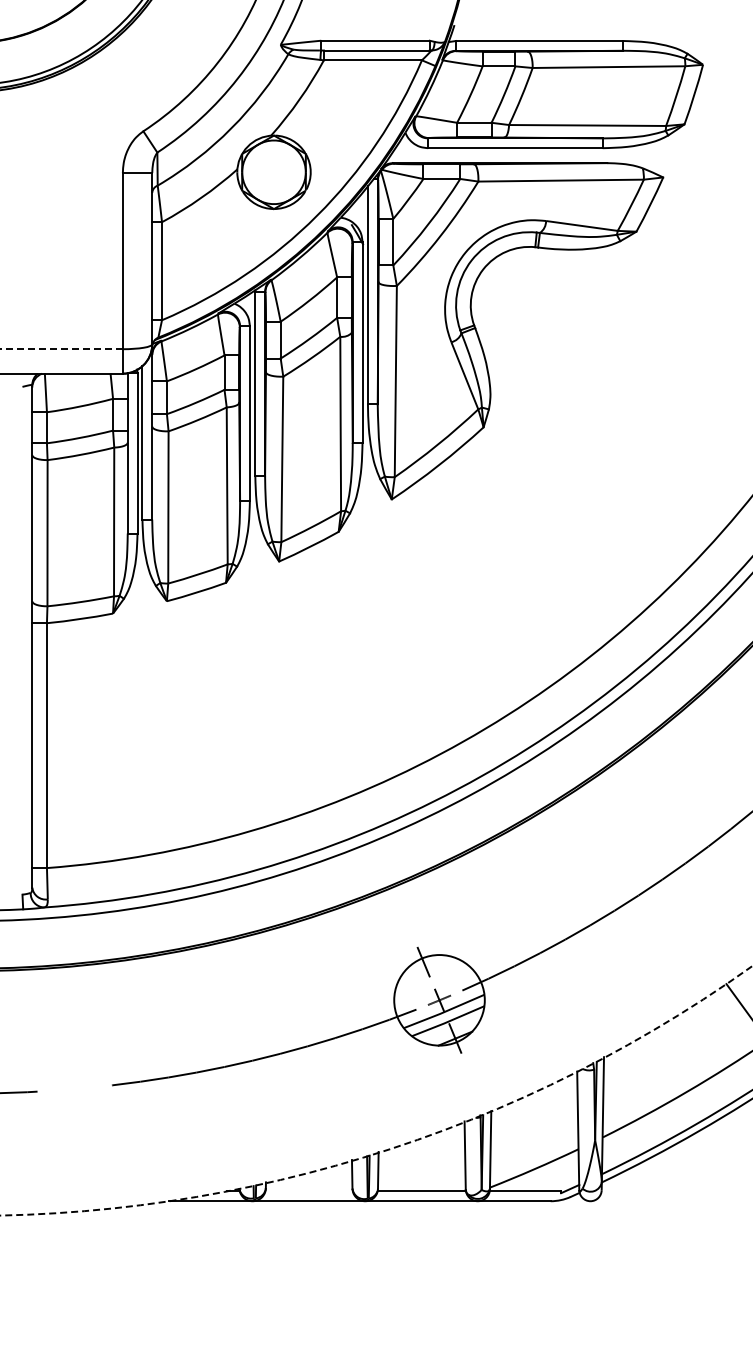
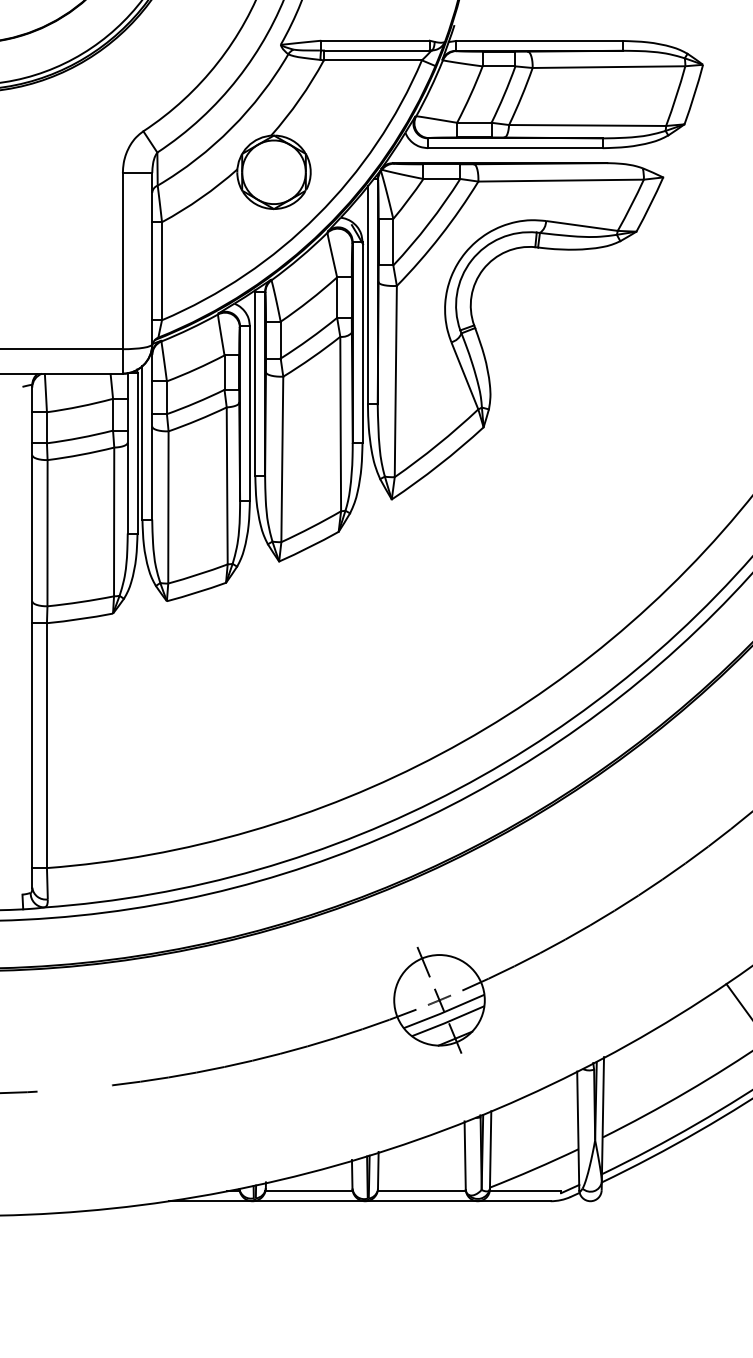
line at (61, 349): dashed -> solid
arc at (395, 1147): dashed -> solid
line at (309, 1191): none -> present
